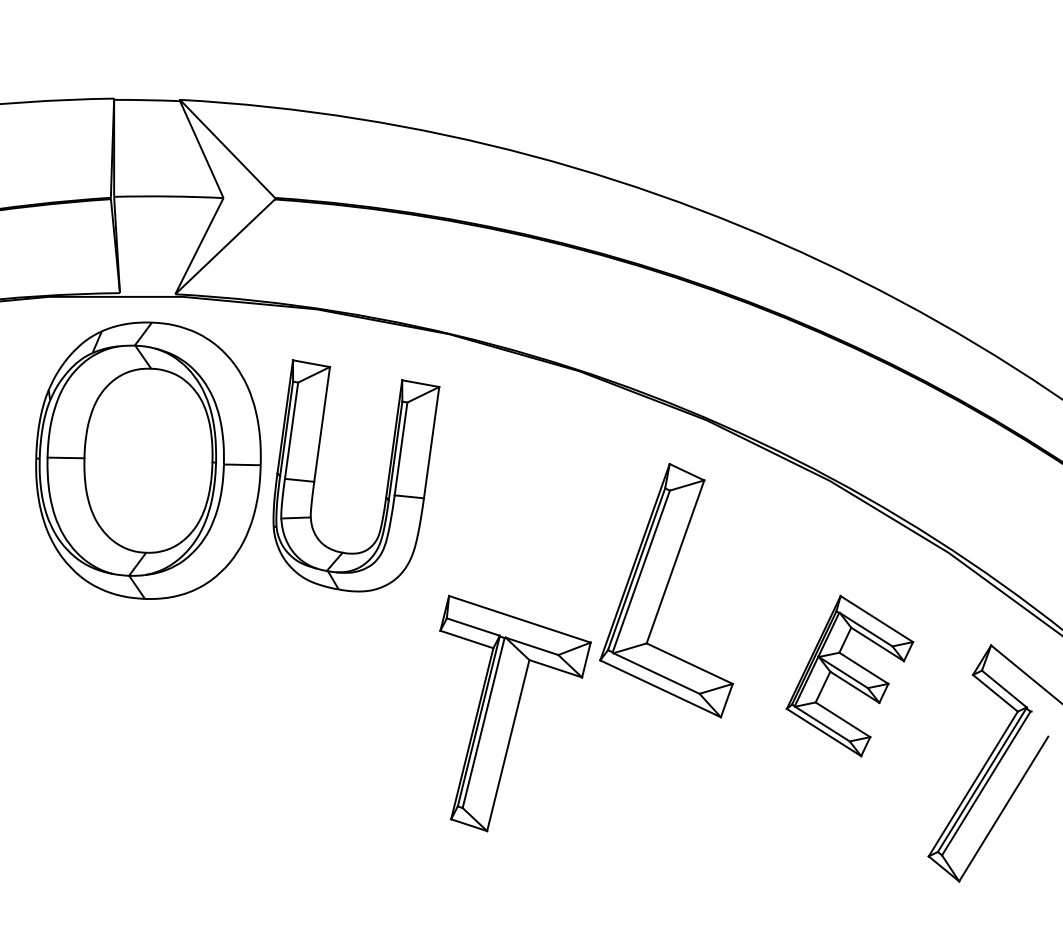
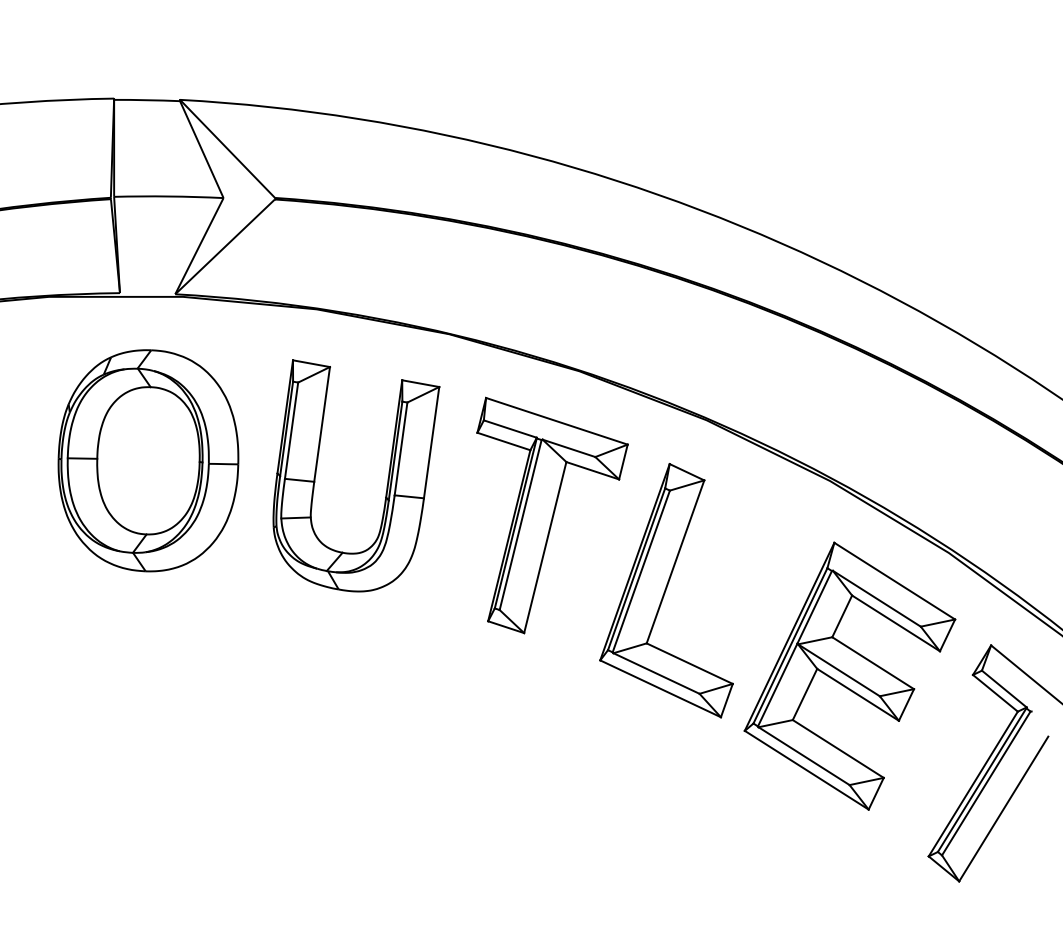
part at (148, 460) size: 227x279 px -> 183x224 px
part at (849, 676) size: 130x163 px -> 214x270 px
part at (515, 713) position: (515, 713) -> (552, 515)
